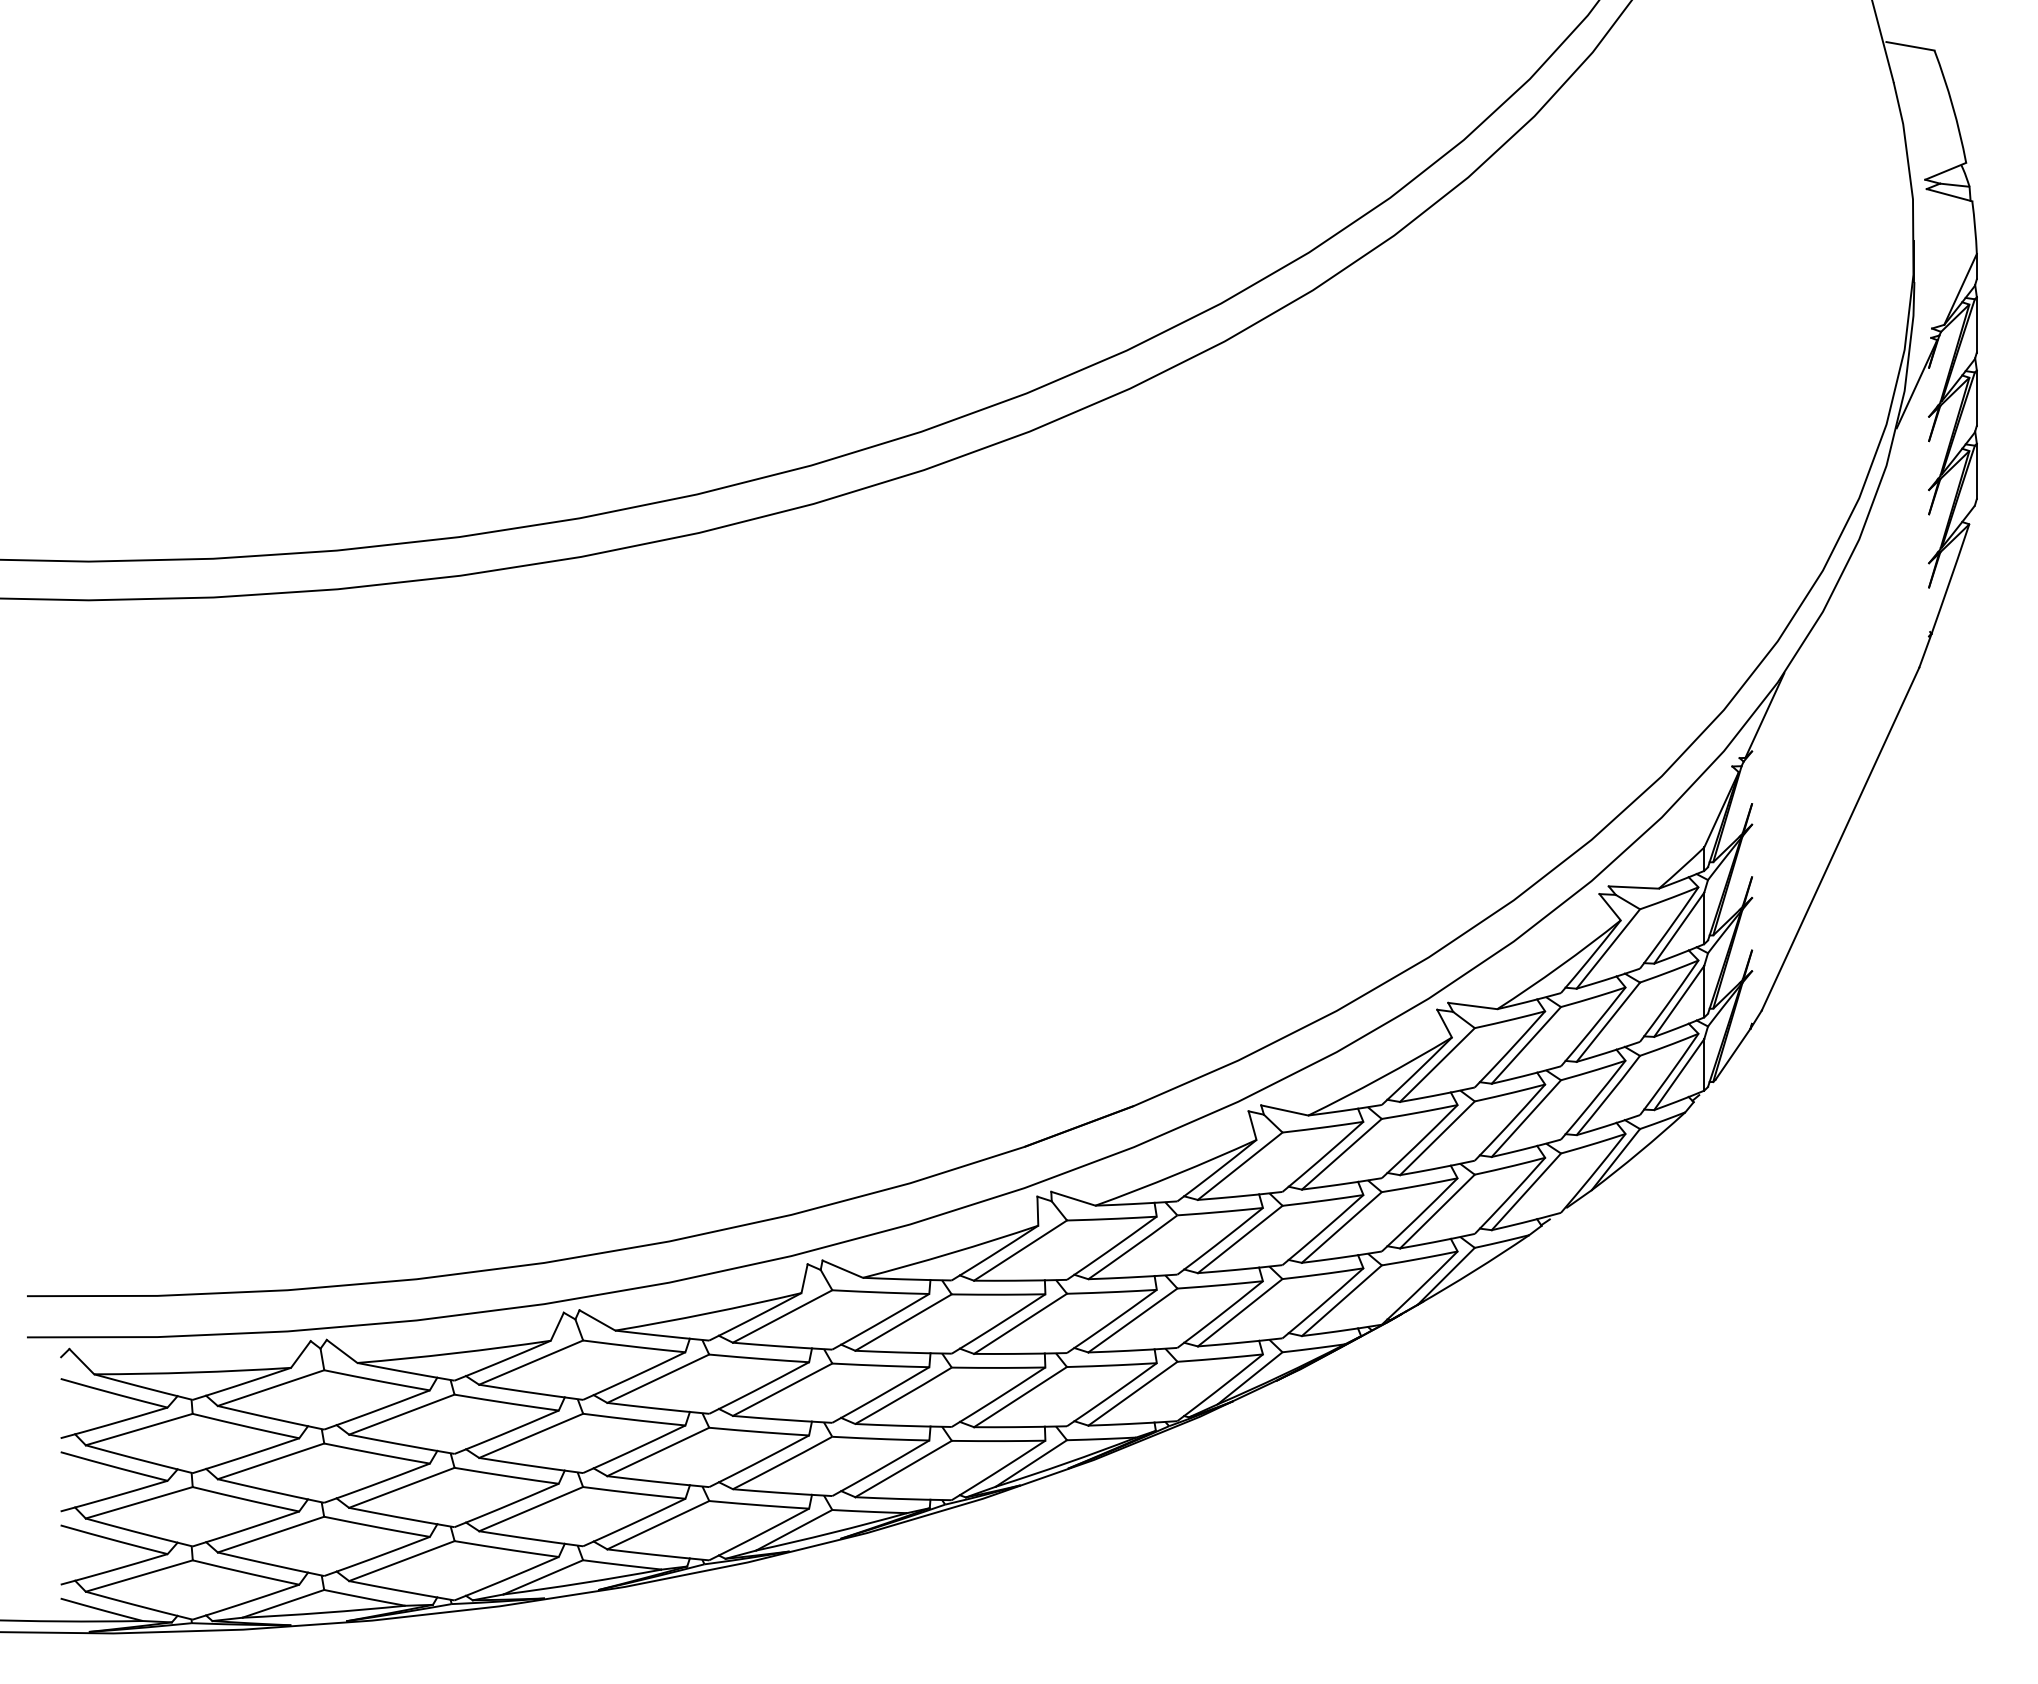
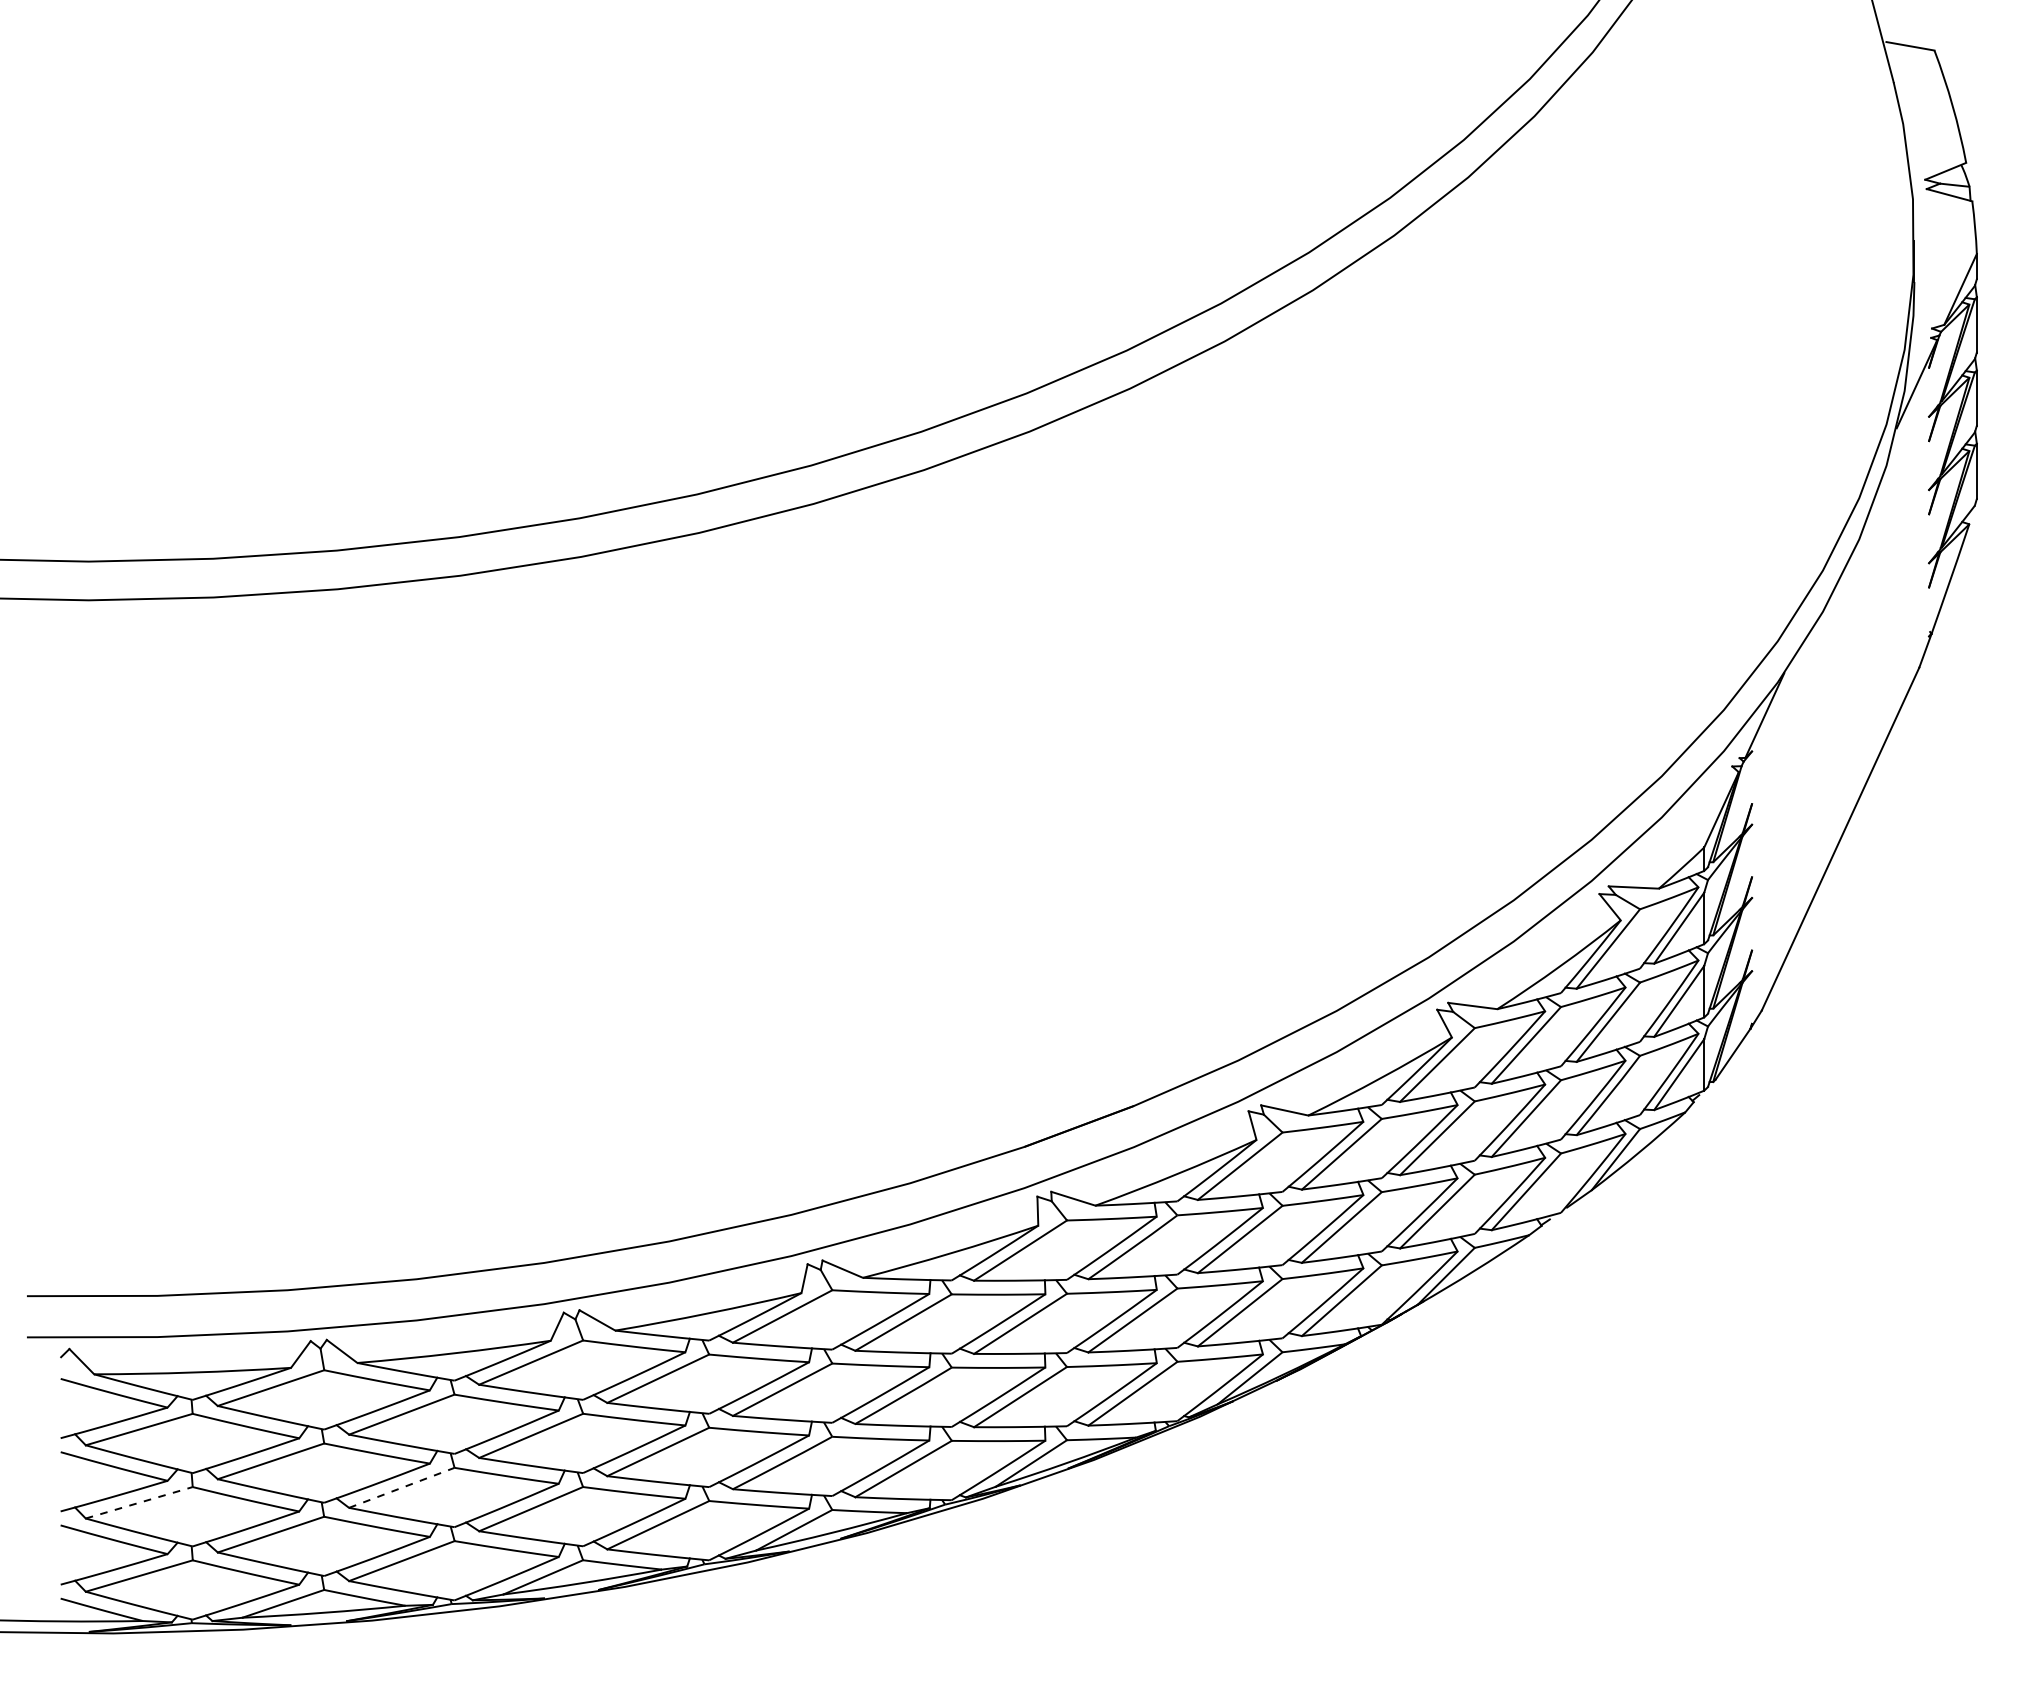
line at (402, 1487): solid -> dashed
line at (139, 1502): solid -> dashed
